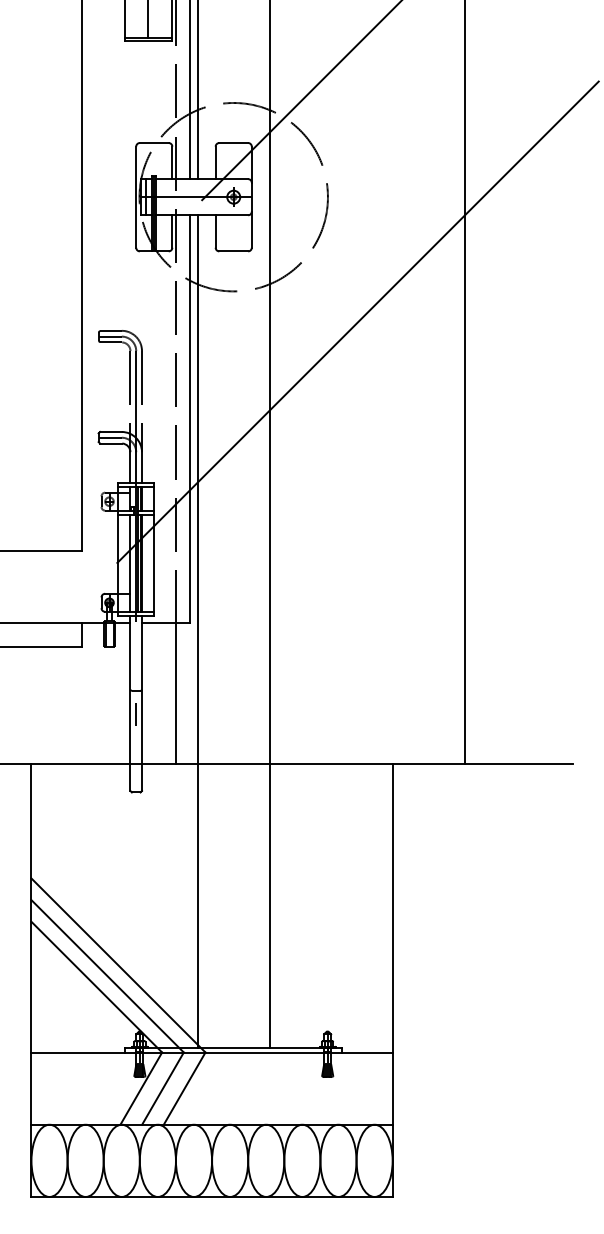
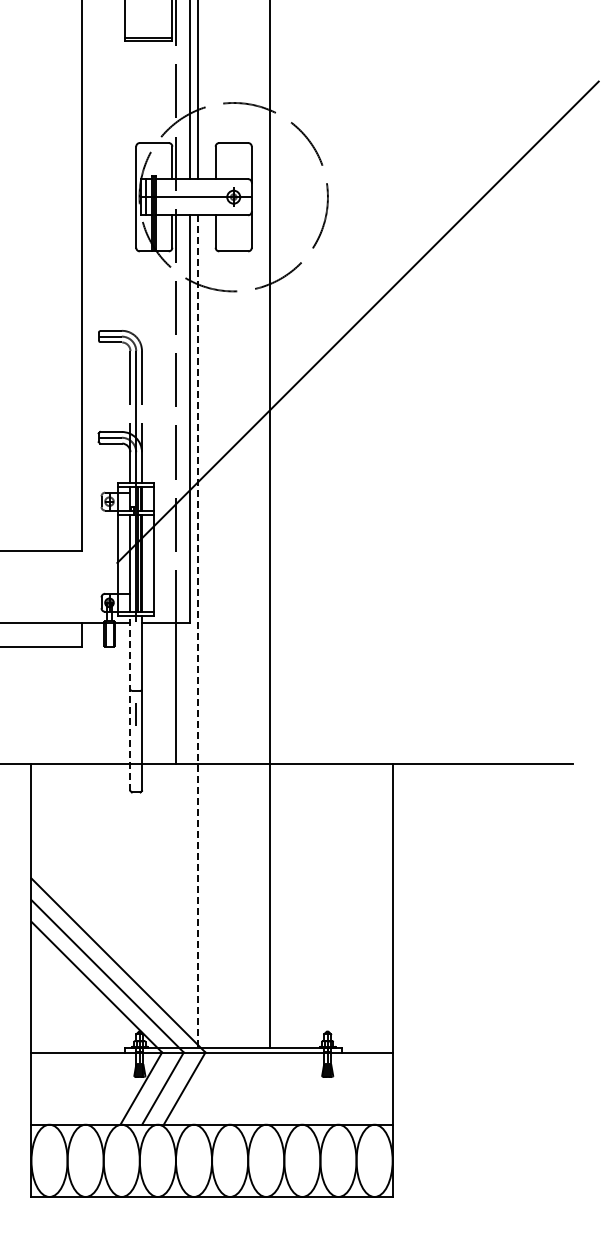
line at (147, 20): present -> none
line at (300, 101): present -> none
line at (464, 382): present -> none
line at (197, 632): solid -> dashed
line at (130, 703): solid -> dashed
